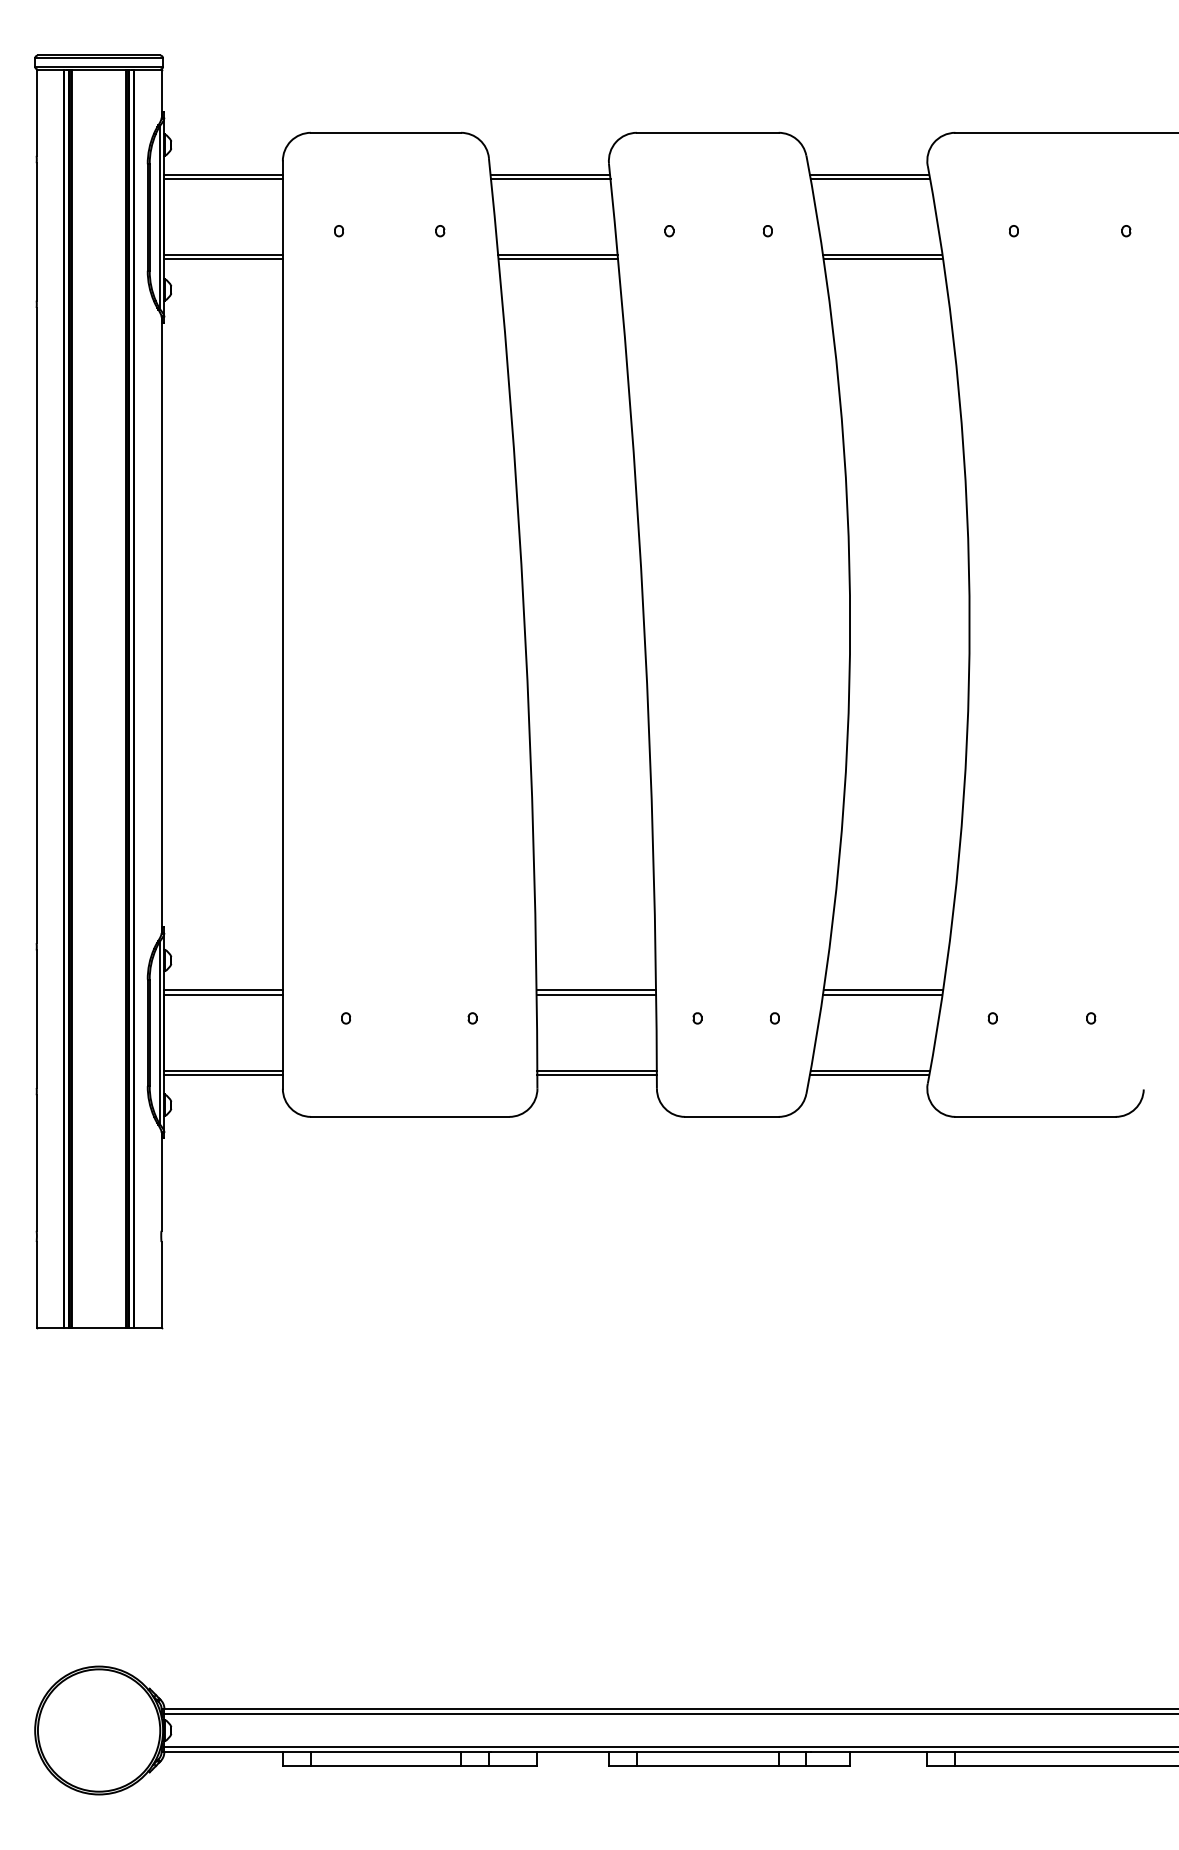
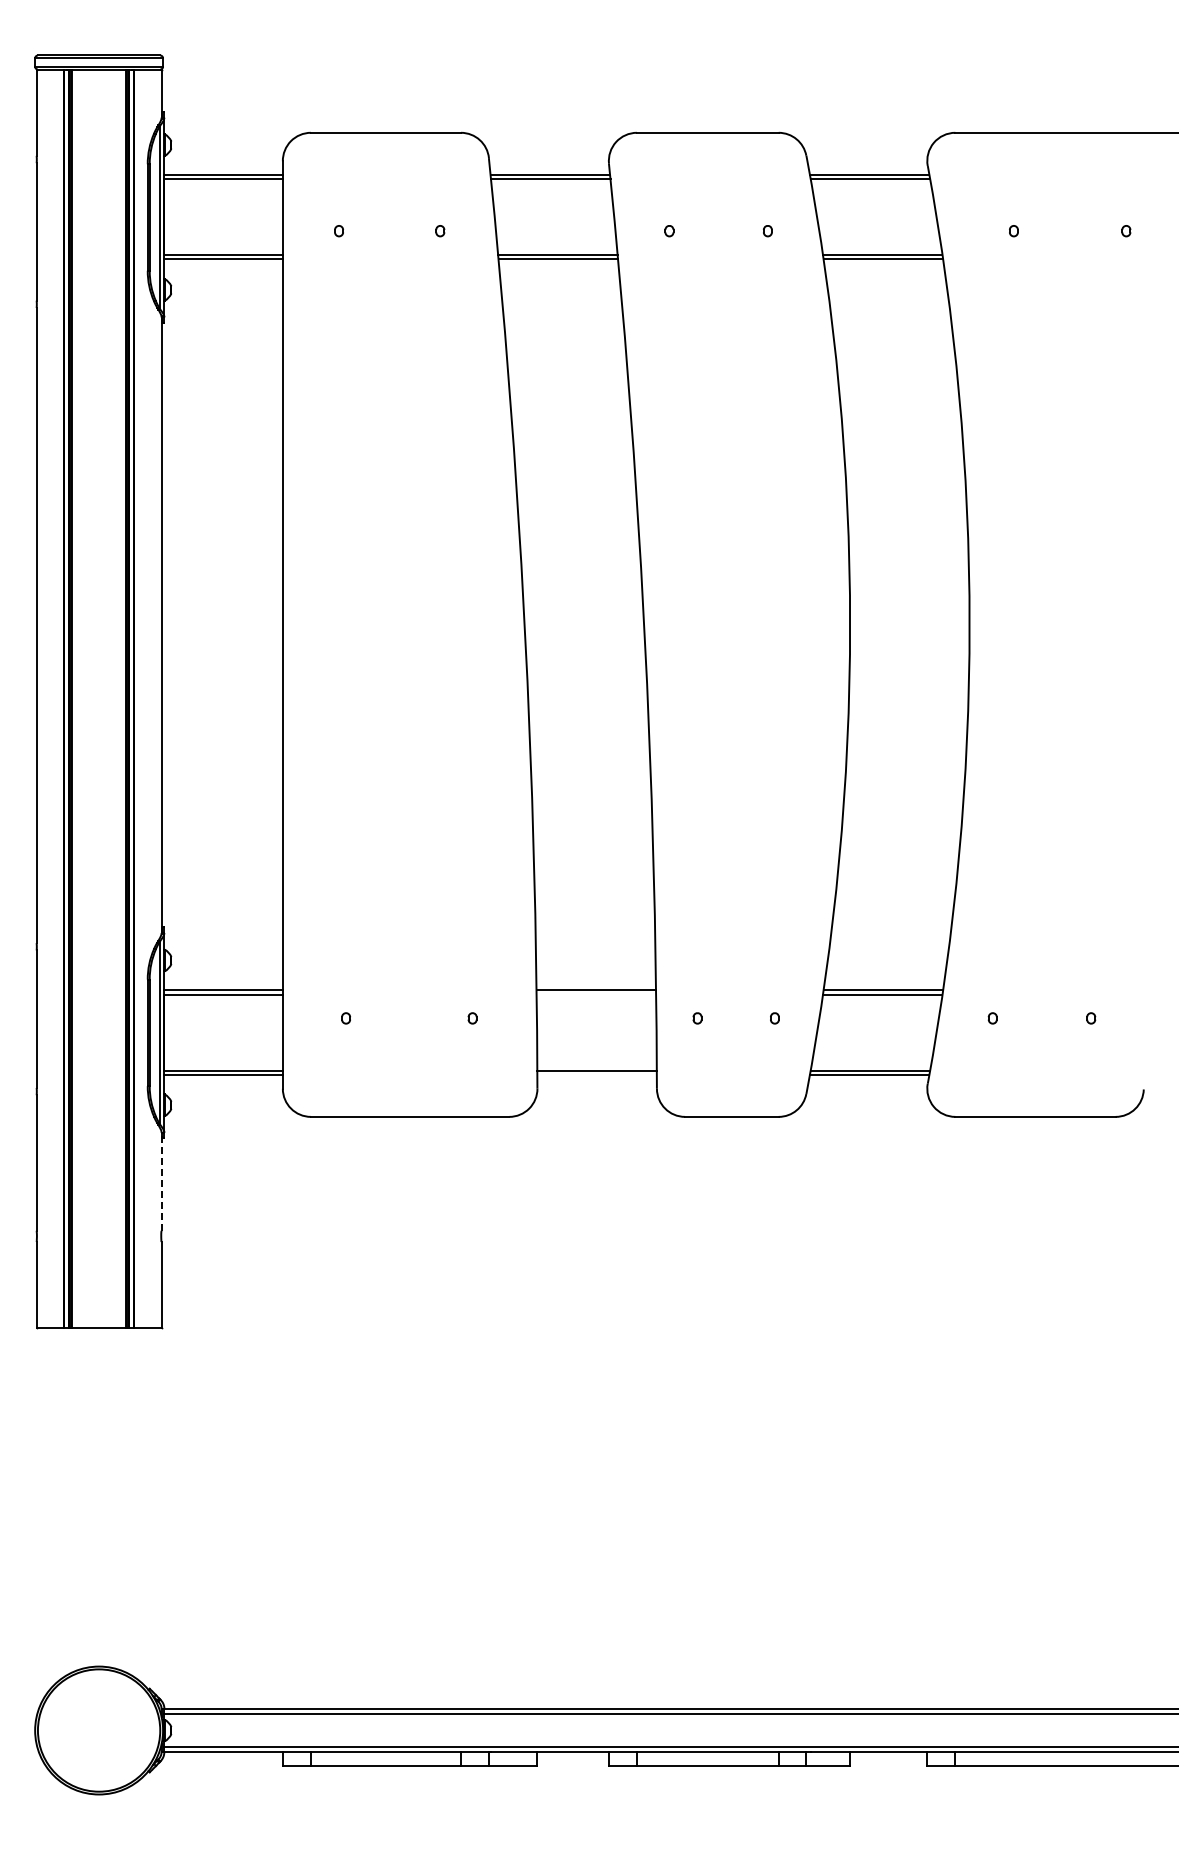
line at (596, 994): present -> none
line at (596, 1074): present -> none
line at (161, 1180): solid -> dashed
